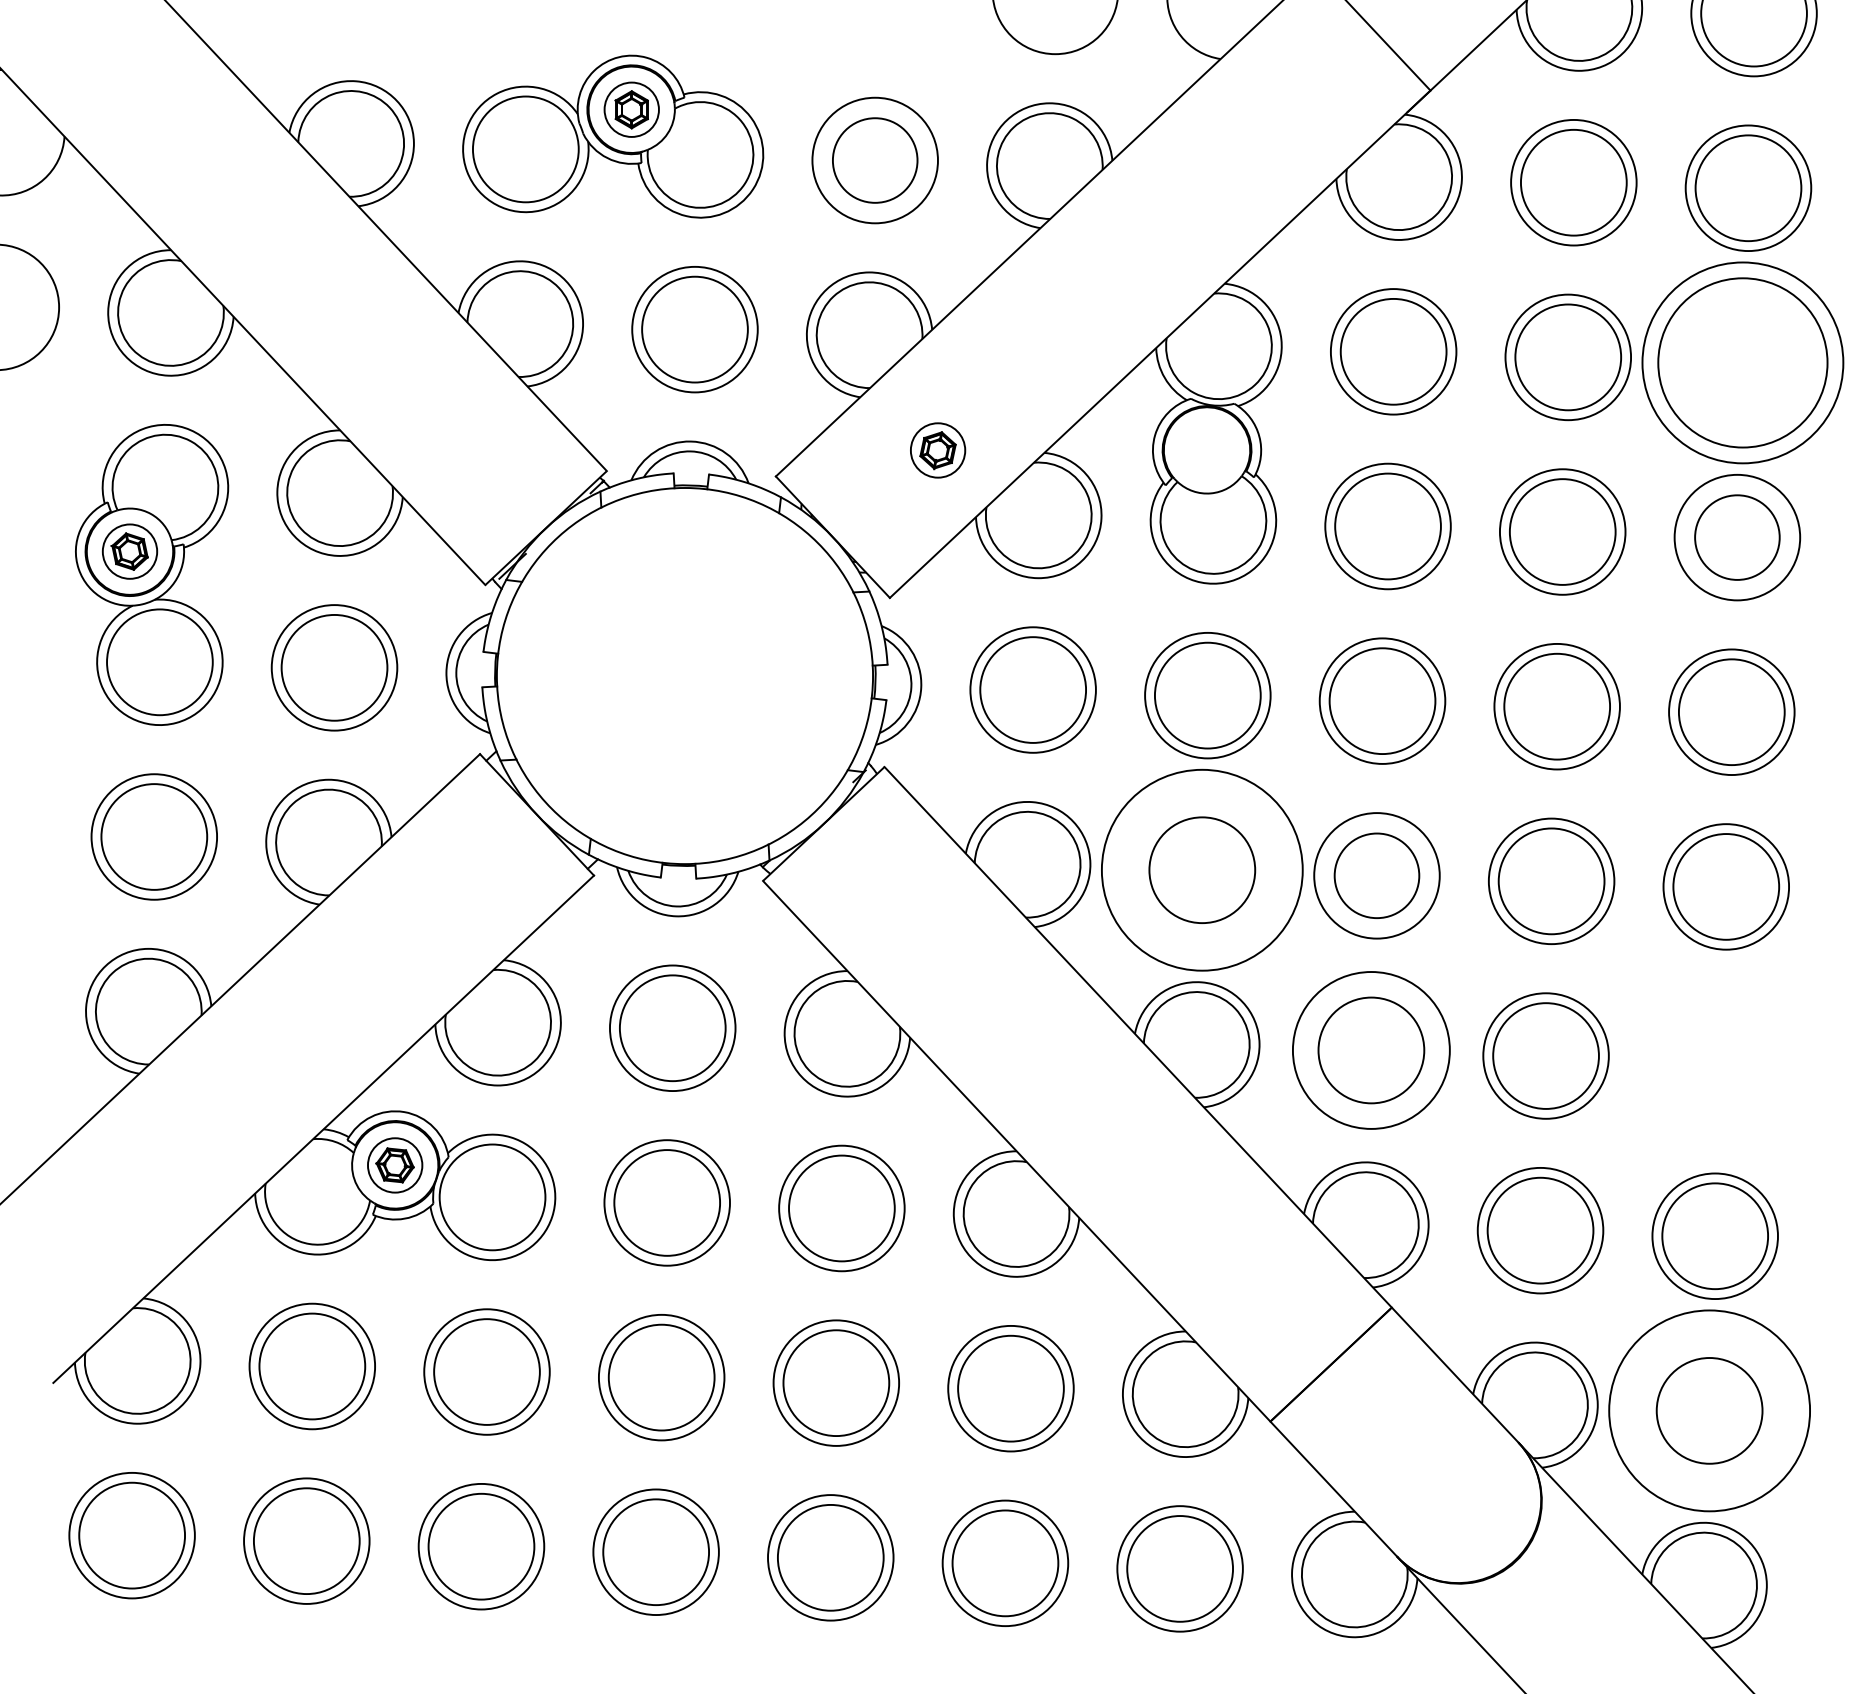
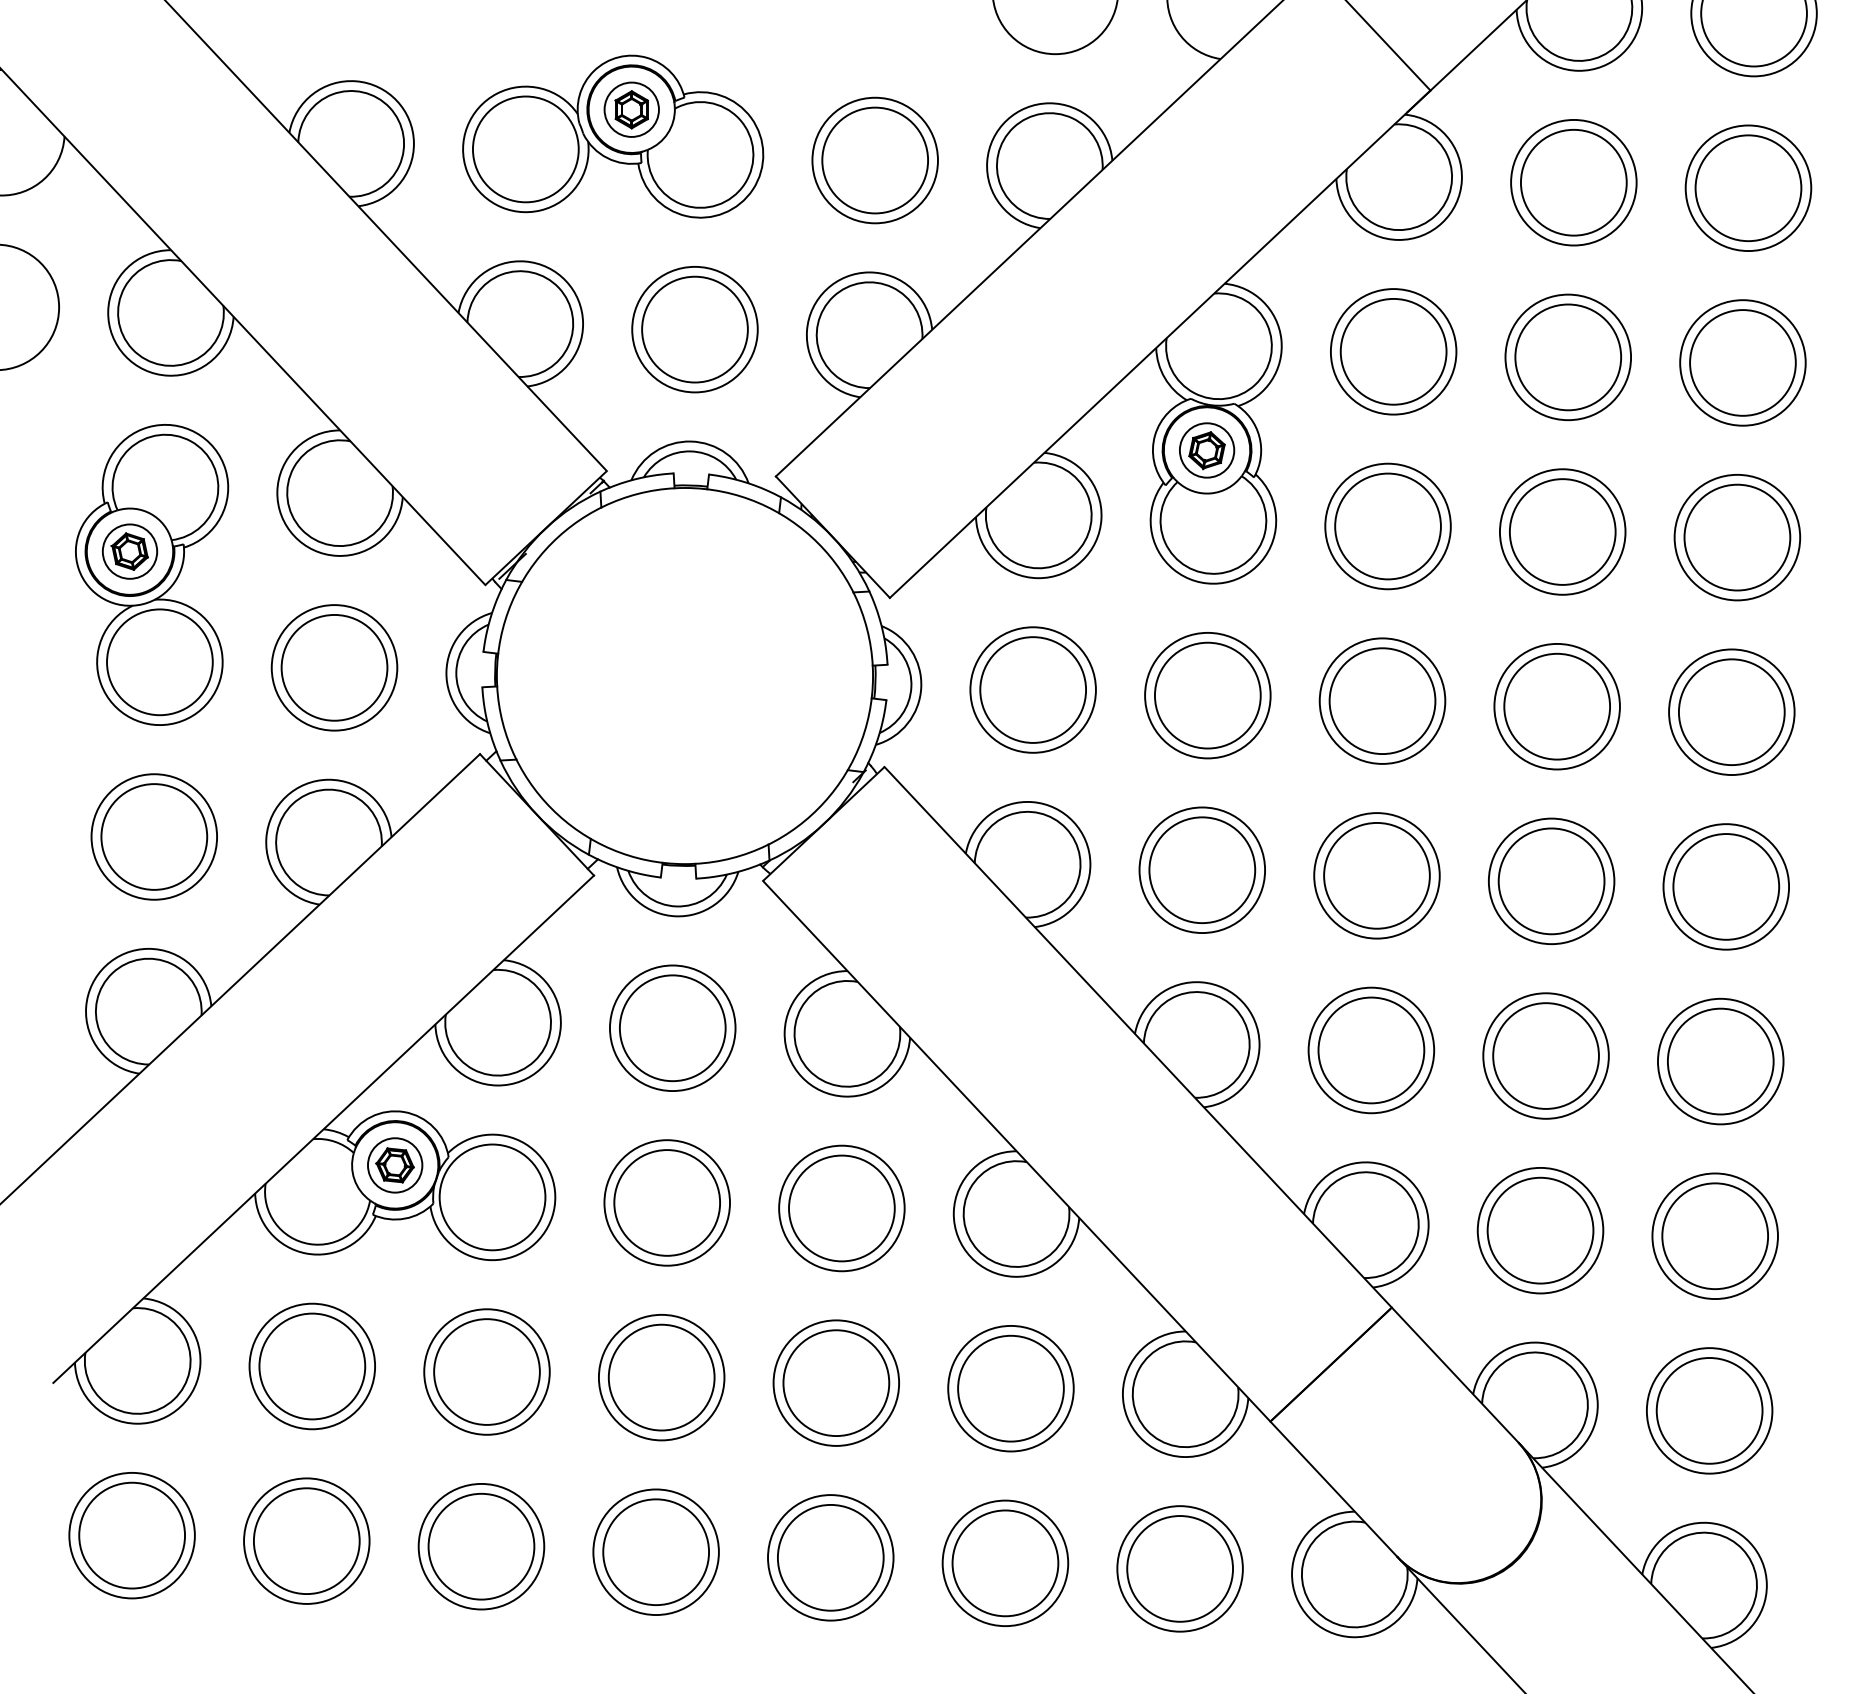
circle at (874, 160) diameter: 85 px -> 106 px
part at (1742, 362) size: 204x204 px -> 128x128 px
part at (938, 450) position: (938, 450) -> (1207, 450)
circle at (1737, 537) diameter: 85 px -> 106 px
circle at (1201, 869) diameter: 201 px -> 126 px
circle at (1376, 875) diameter: 85 px -> 106 px
circle at (1370, 1050) diameter: 157 px -> 126 px
part at (1720, 1061): none -> present
circle at (1709, 1410) diameter: 201 px -> 126 px
